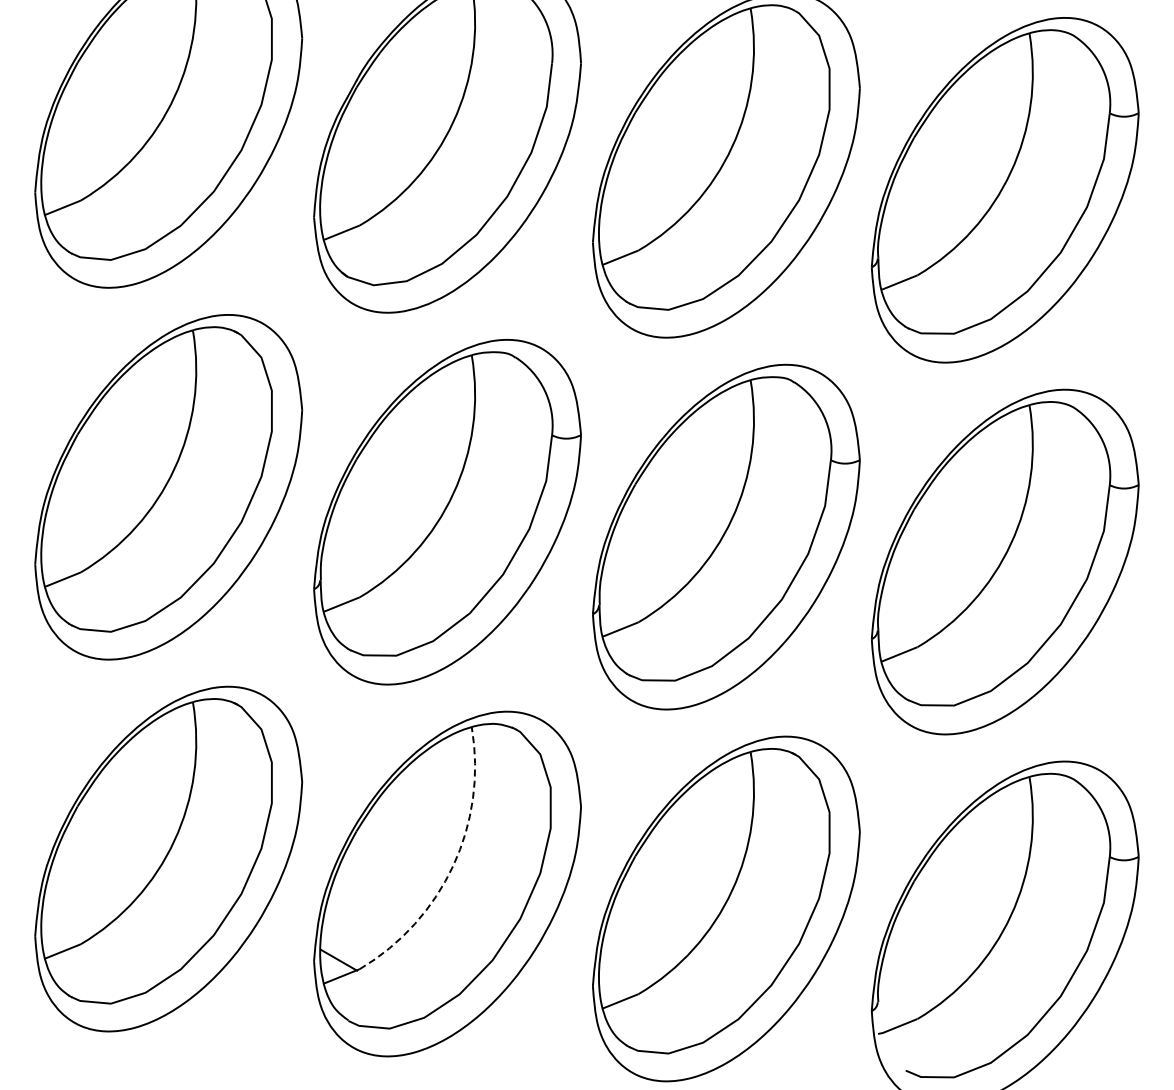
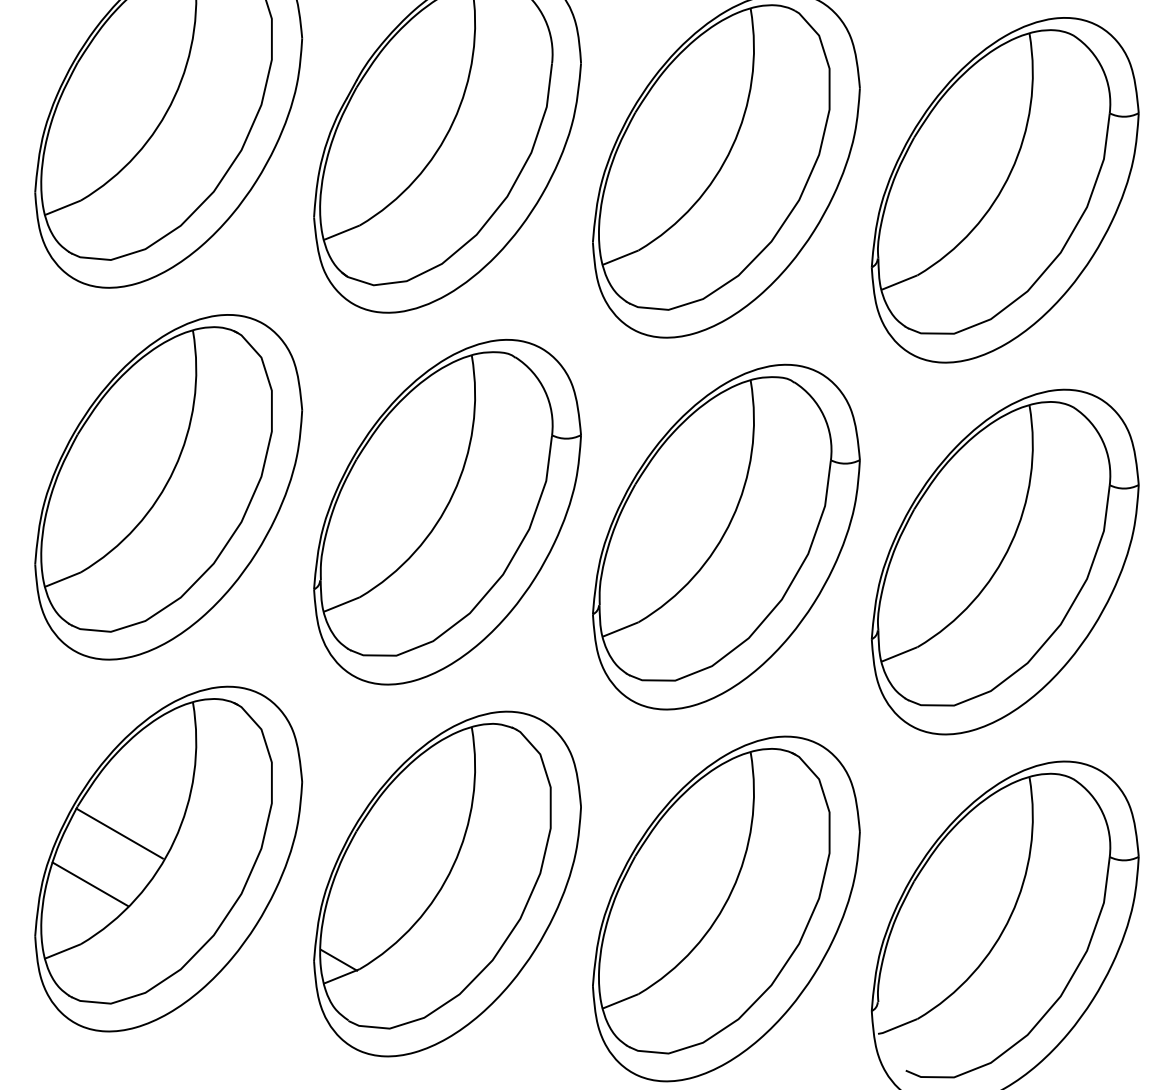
line at (119, 833): none -> present
arc at (453, 865): dashed -> solid
line at (89, 883): none -> present
